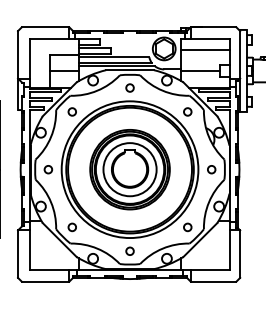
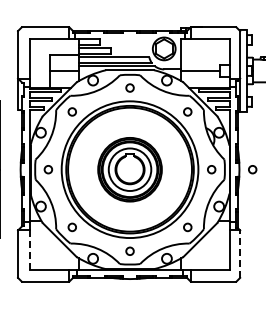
line at (205, 50): present -> none
part at (129, 169) size: 82x82 px -> 66x66 px
circle at (252, 169): none -> present
line at (29, 250): solid -> dashed
line at (240, 254): solid -> dashed
